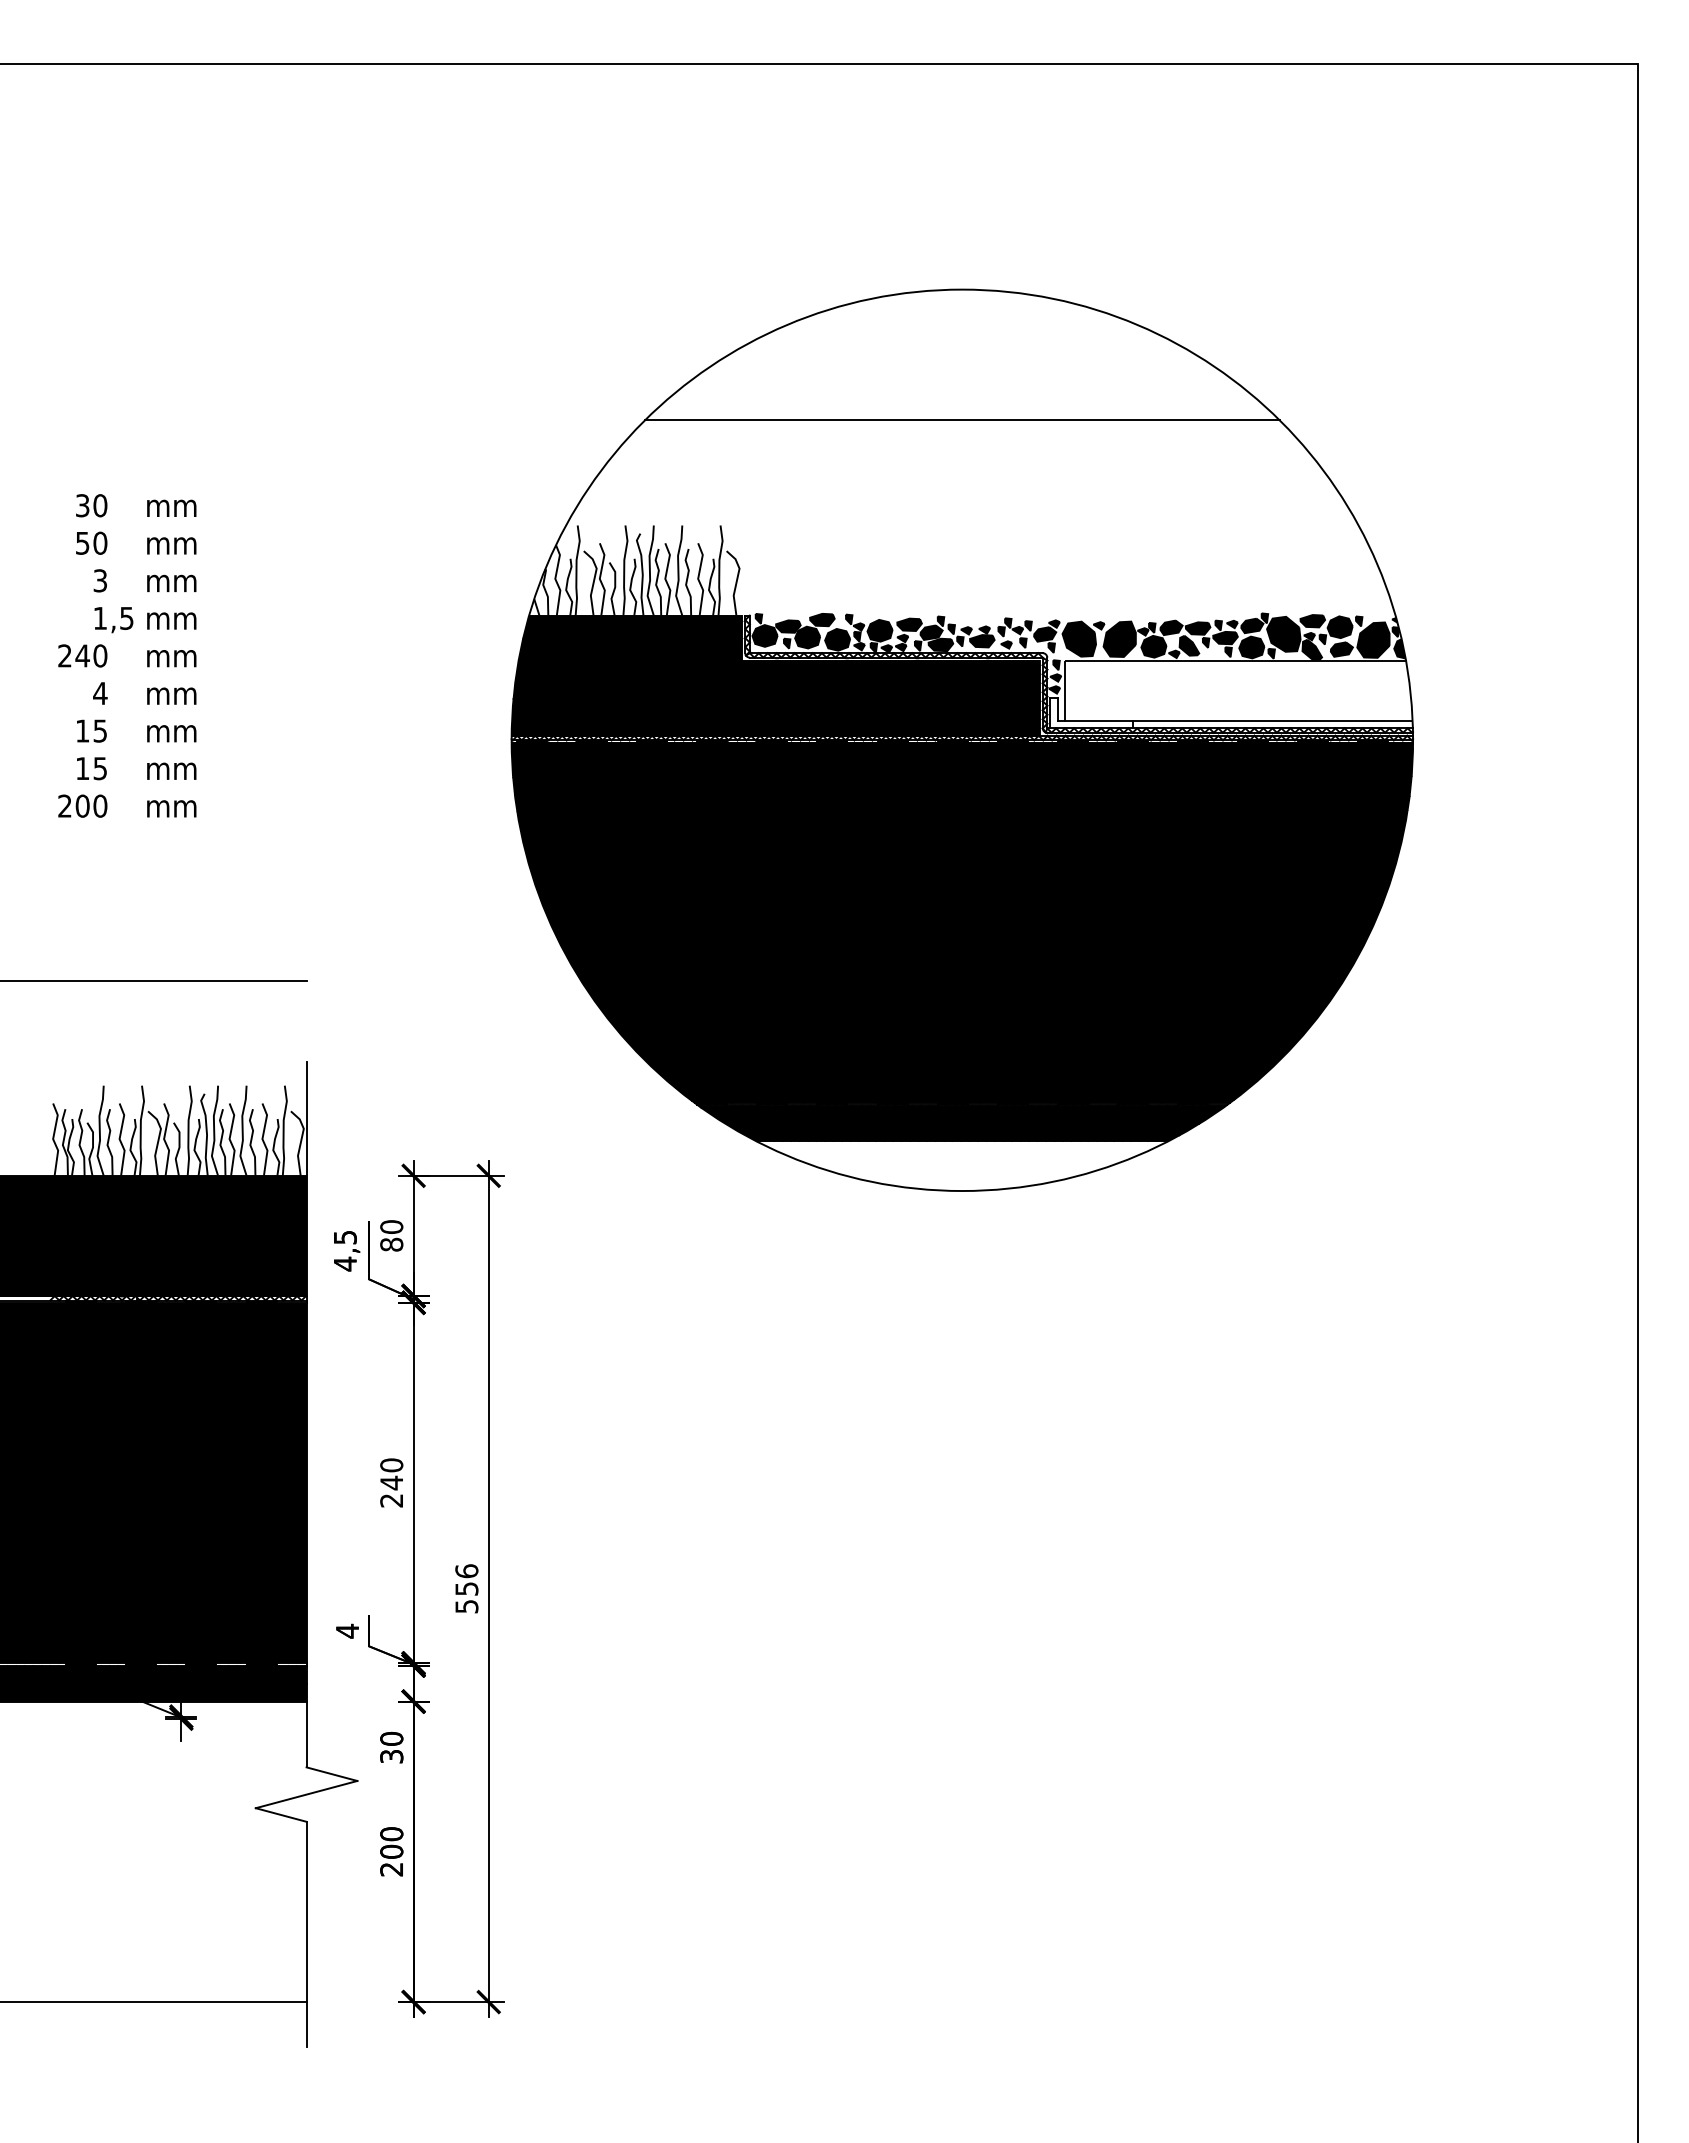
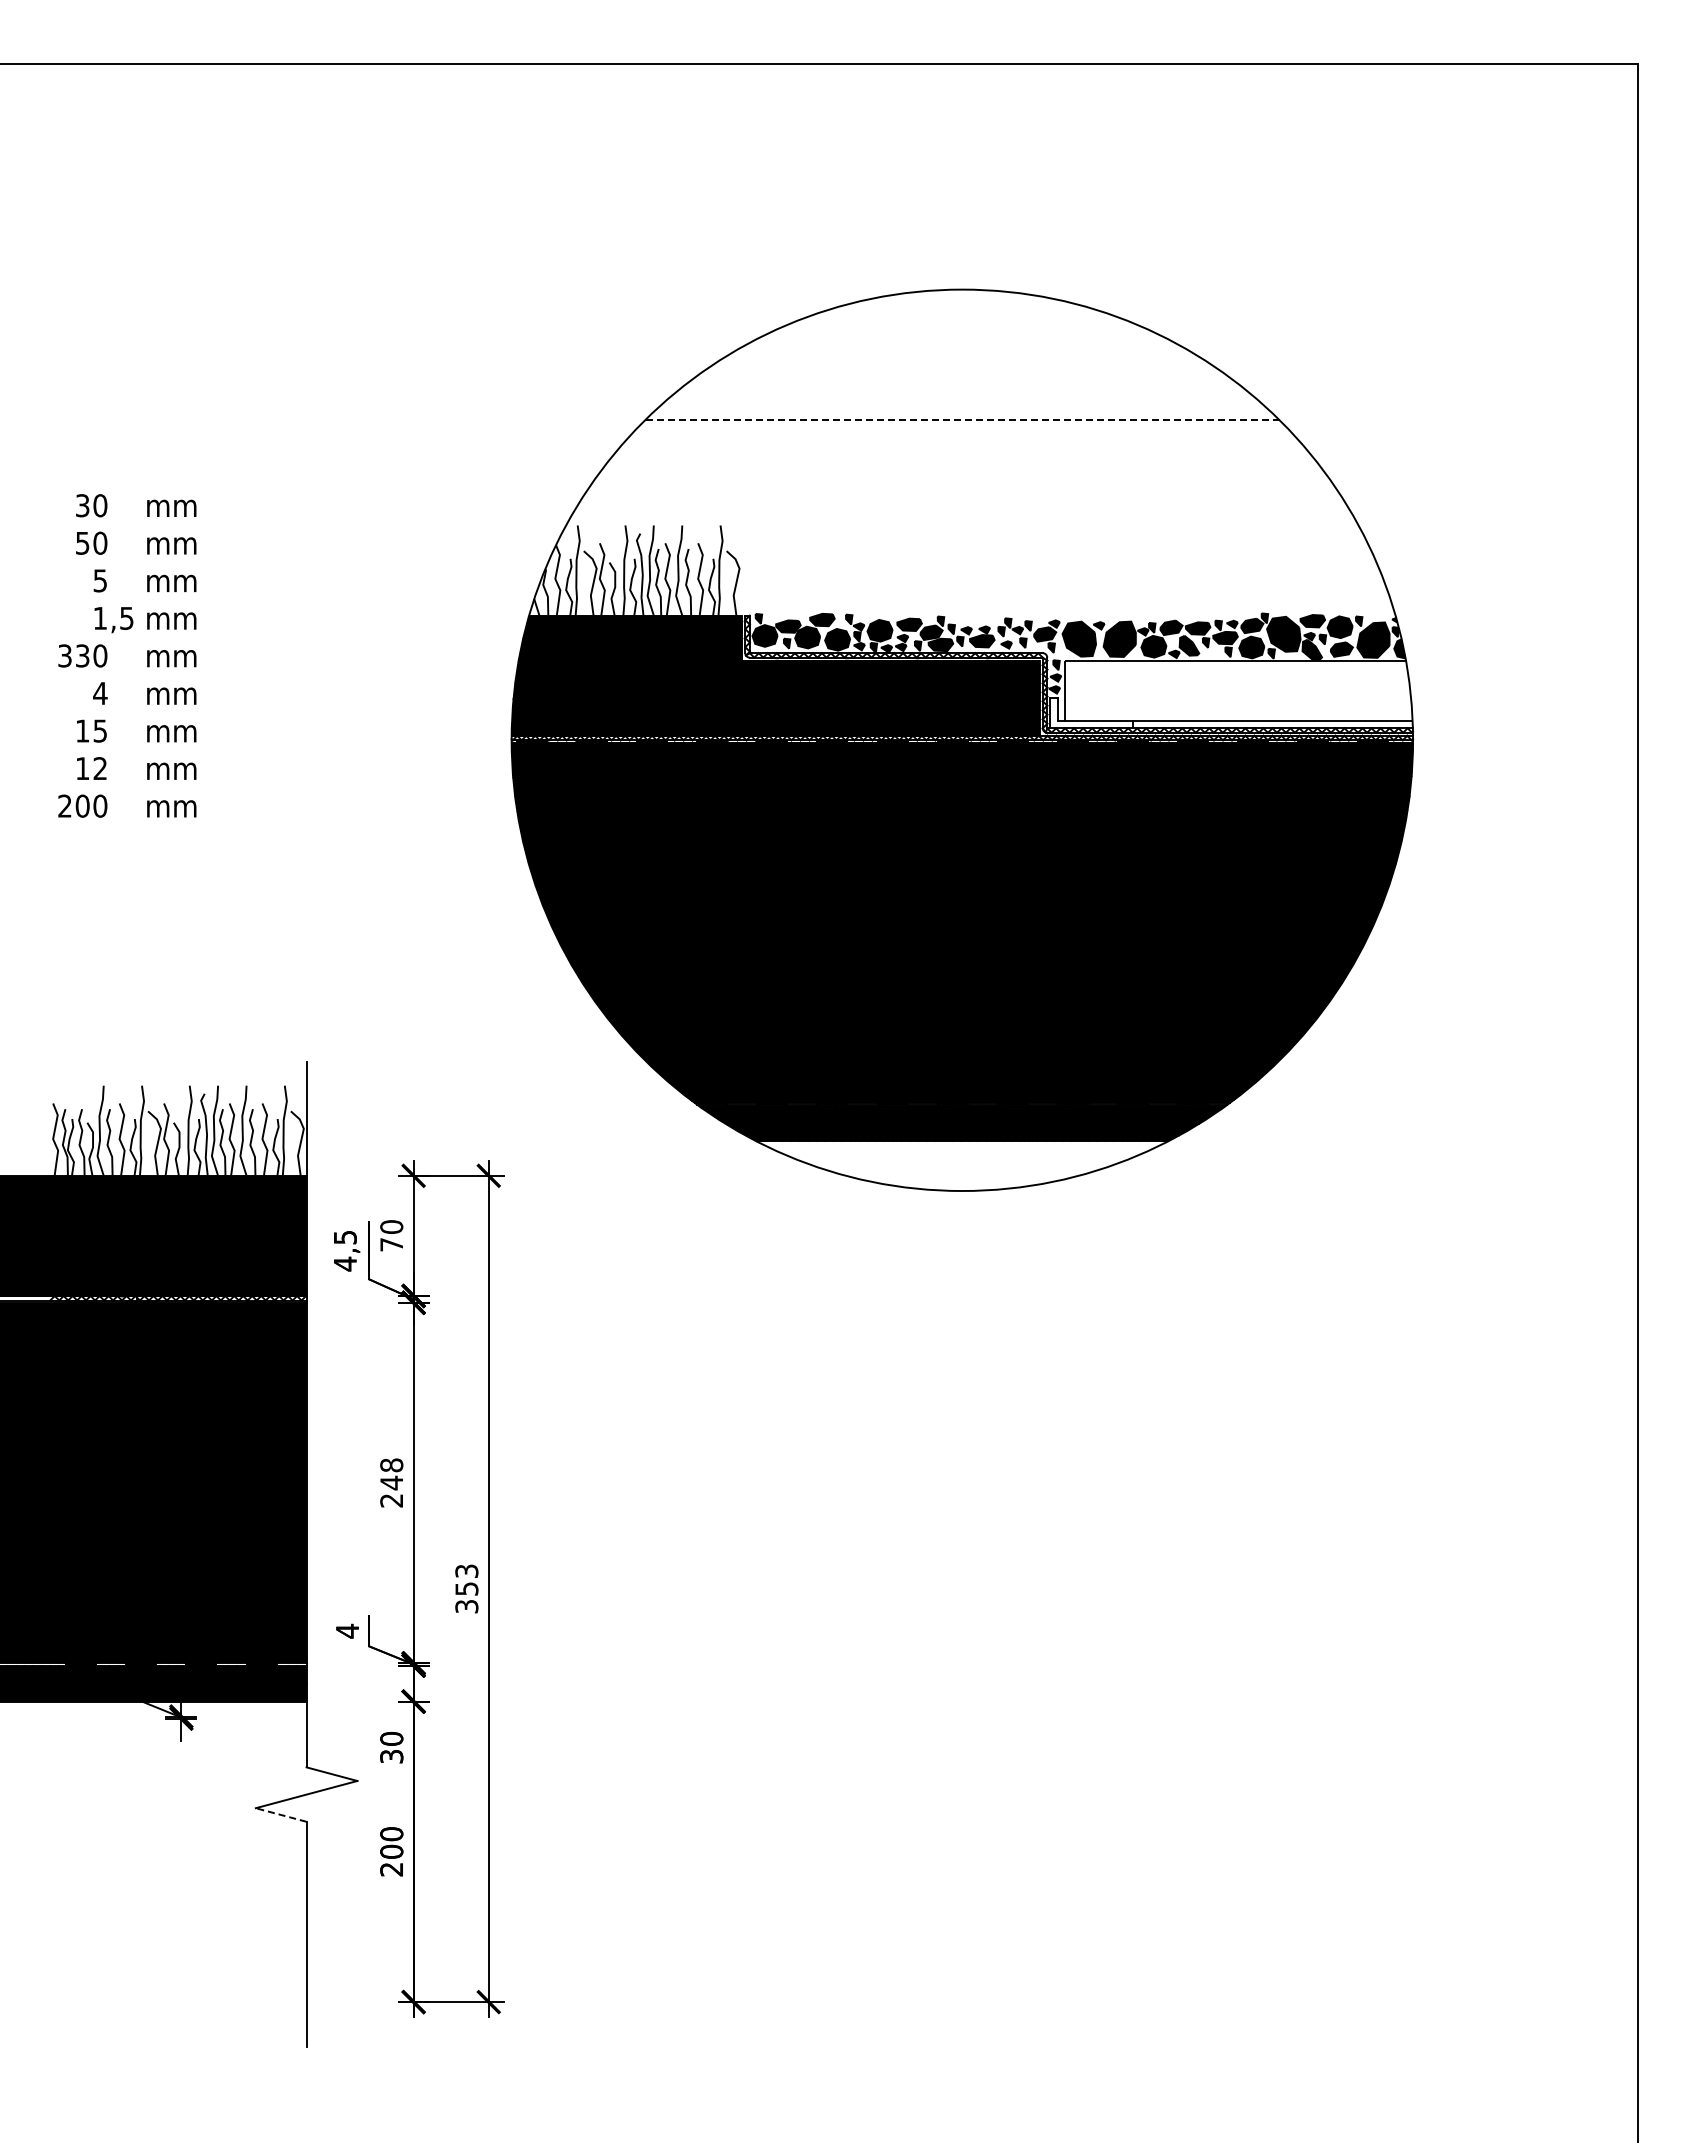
line at (961, 420): solid -> dashed
text at (100, 580): 3 -> 5
text at (73, 655): 240 -> 330
text at (99, 768): 15 -> 12
line at (154, 980): present -> none
text at (391, 1244): 80 -> 70
text at (391, 1465): 240 -> 248
text at (466, 1588): 556 -> 353
line at (280, 1814): solid -> dashed
line at (154, 2002): present -> none
